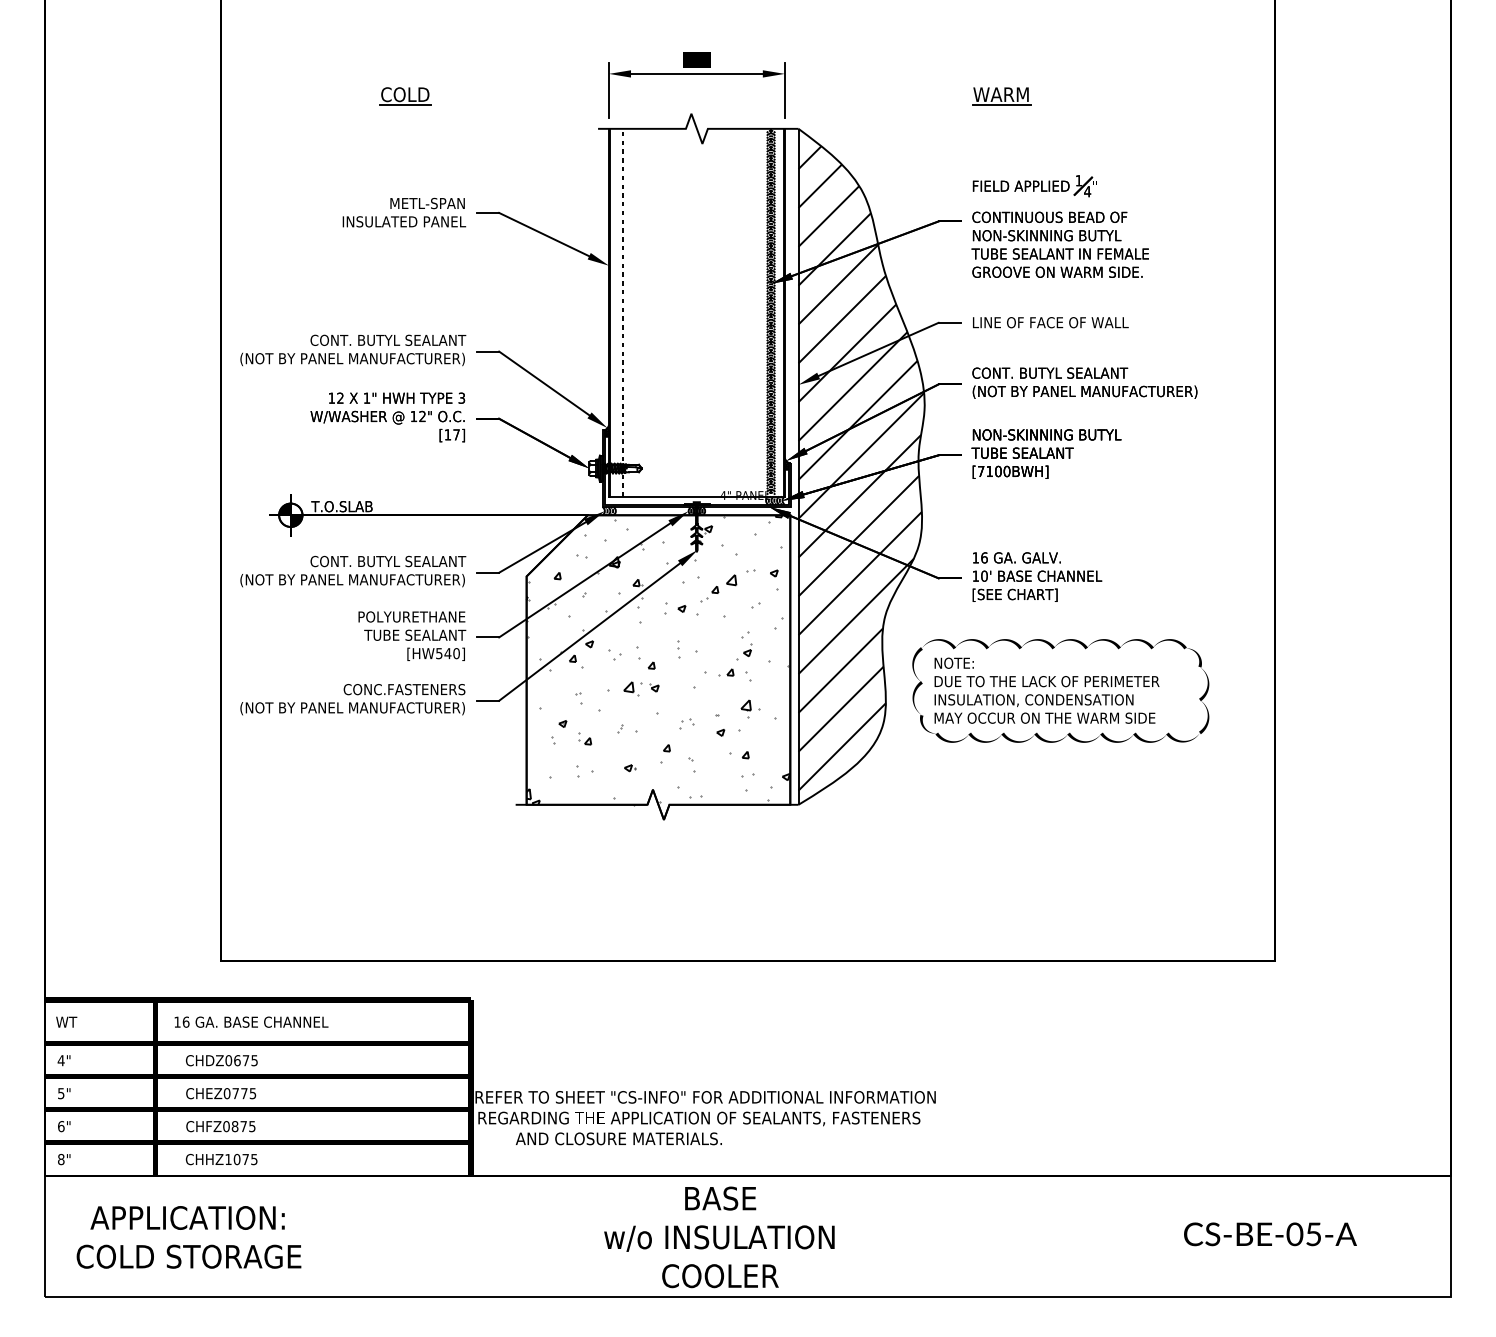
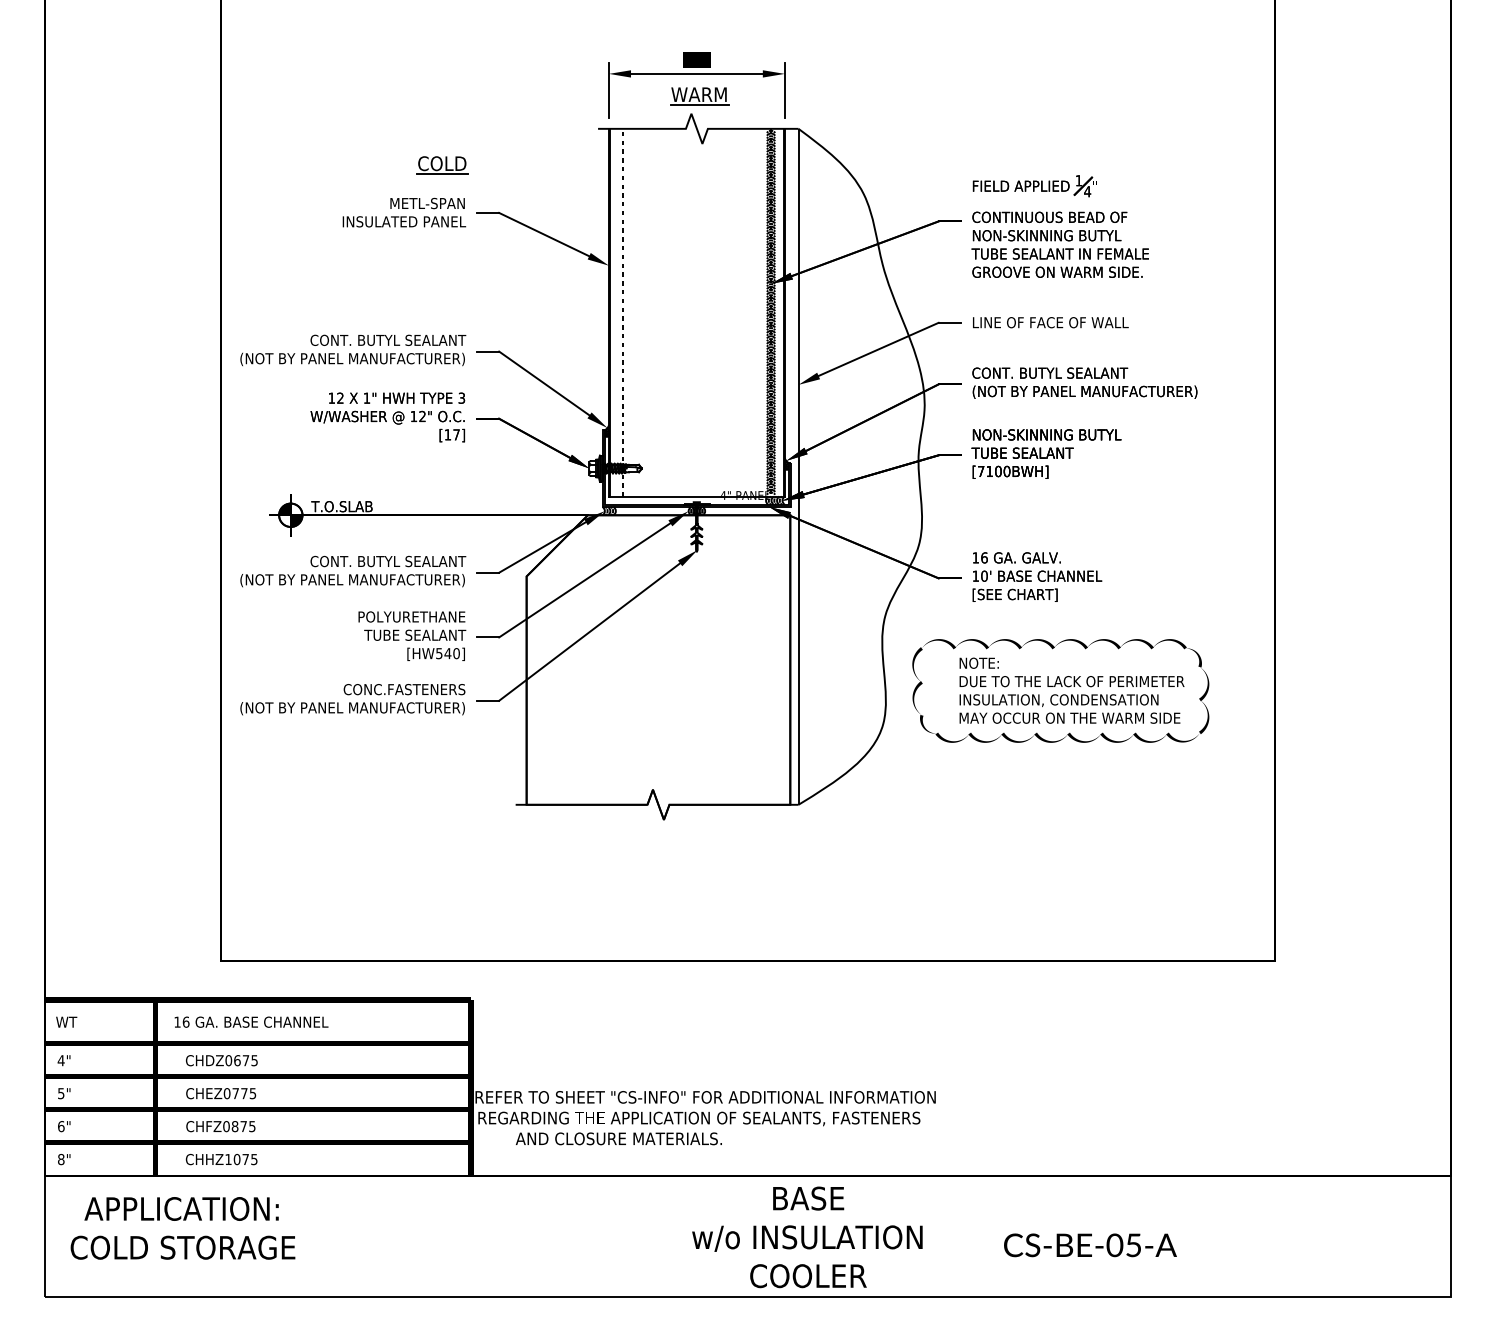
part at (405, 96) position: (405, 96) -> (442, 165)
part at (1001, 96) position: (1001, 96) -> (699, 96)
hatch at (861, 459): present -> none
hatch at (658, 659): present -> none
text at (1046, 690) position: (1046, 690) -> (1071, 690)
text at (1270, 1234) position: (1270, 1234) -> (1090, 1245)
text at (188, 1237) position: (188, 1237) -> (182, 1228)
text at (719, 1237) position: (719, 1237) -> (807, 1237)
